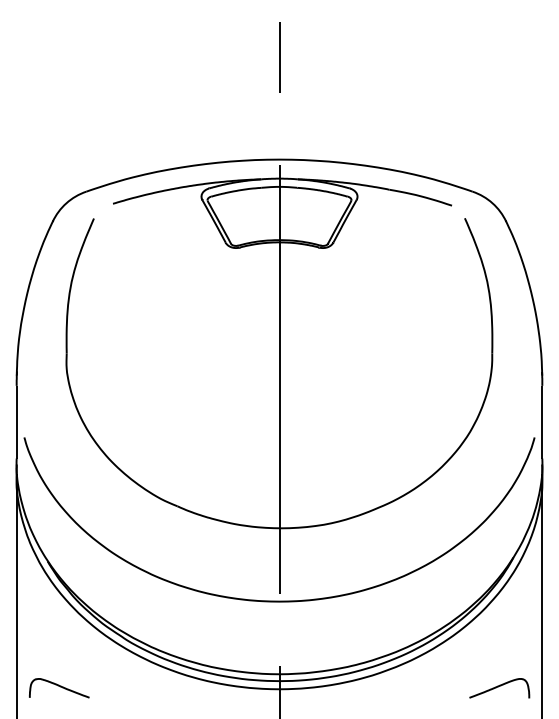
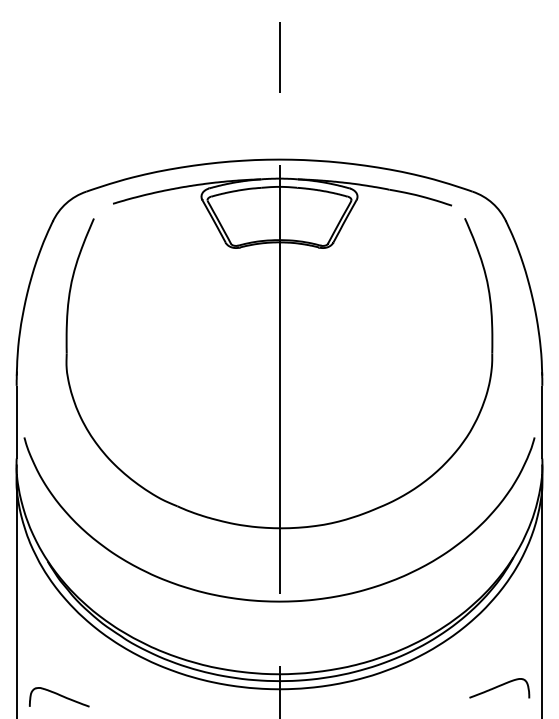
curve at (60, 687) position: (60, 687) -> (60, 696)
